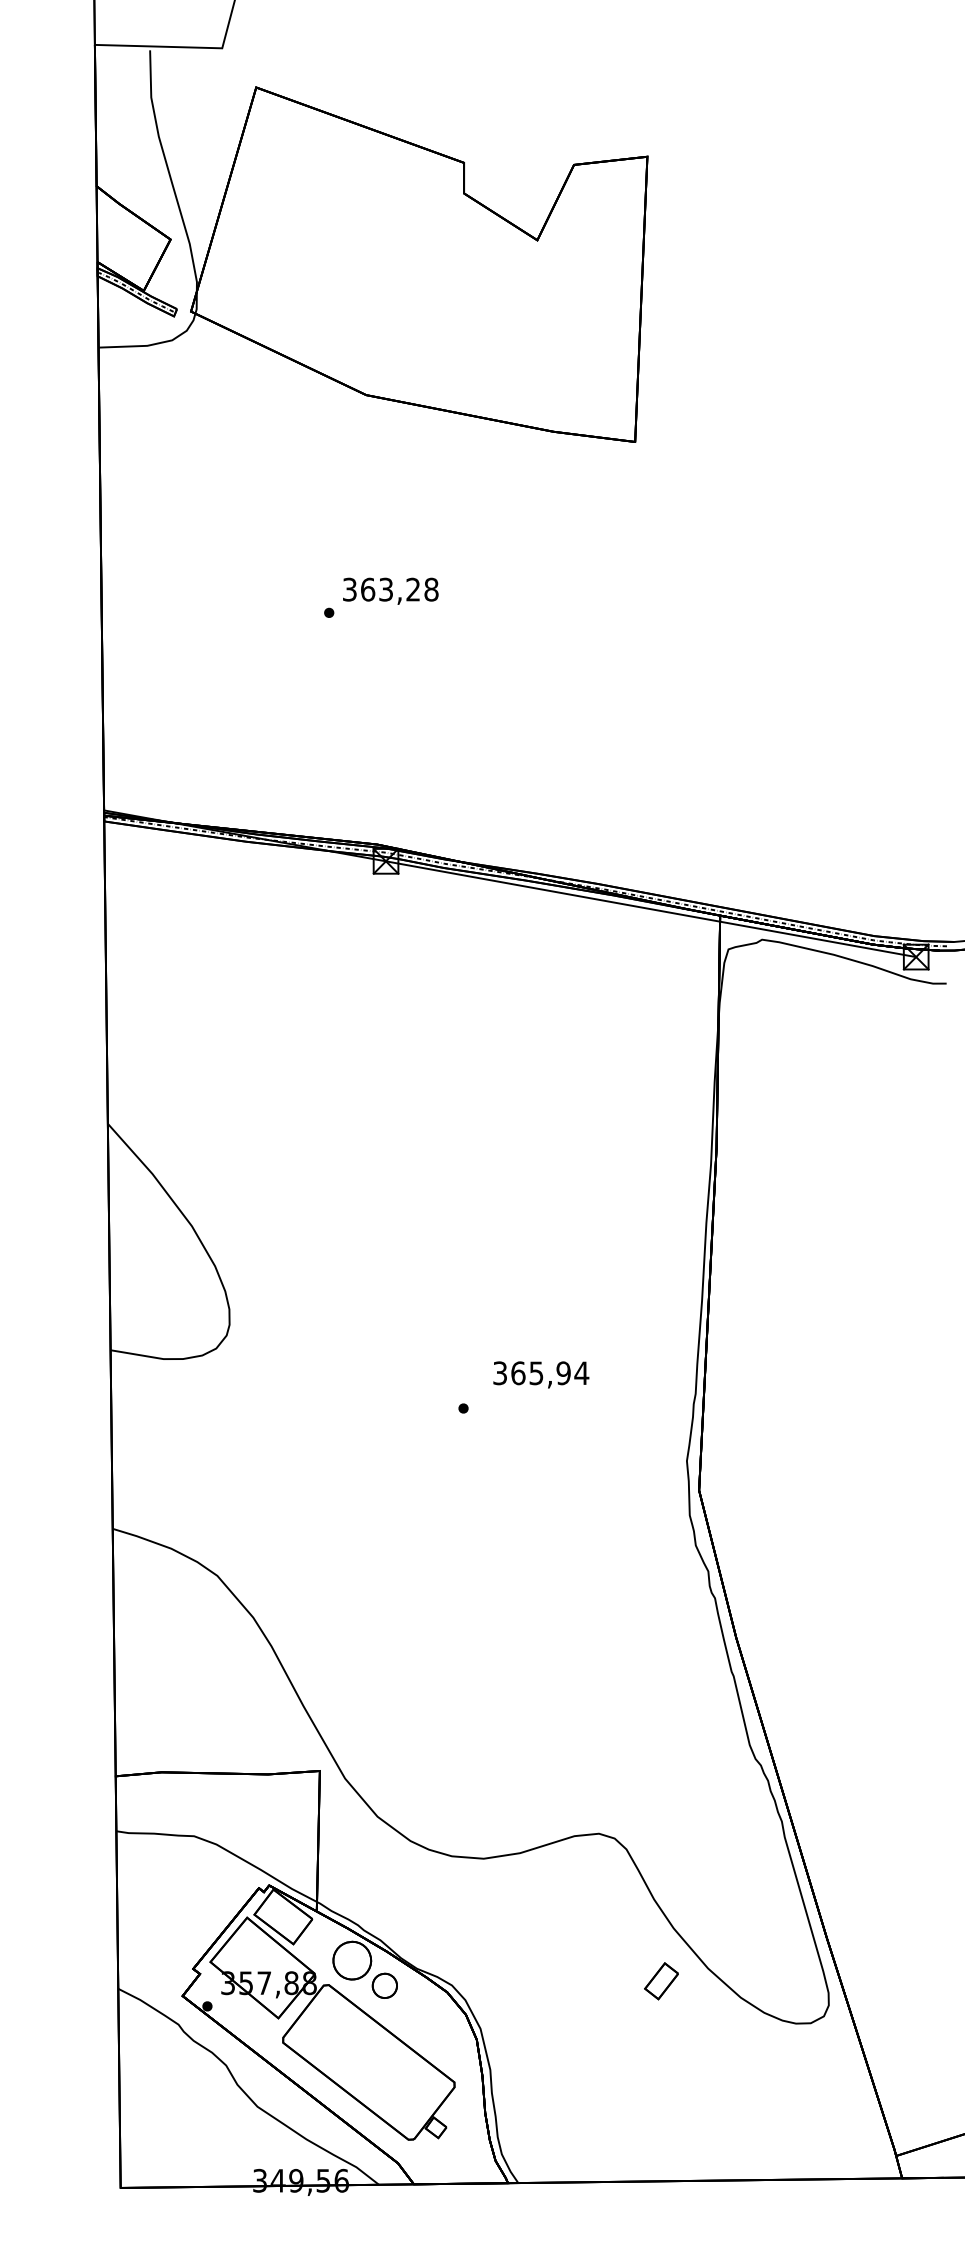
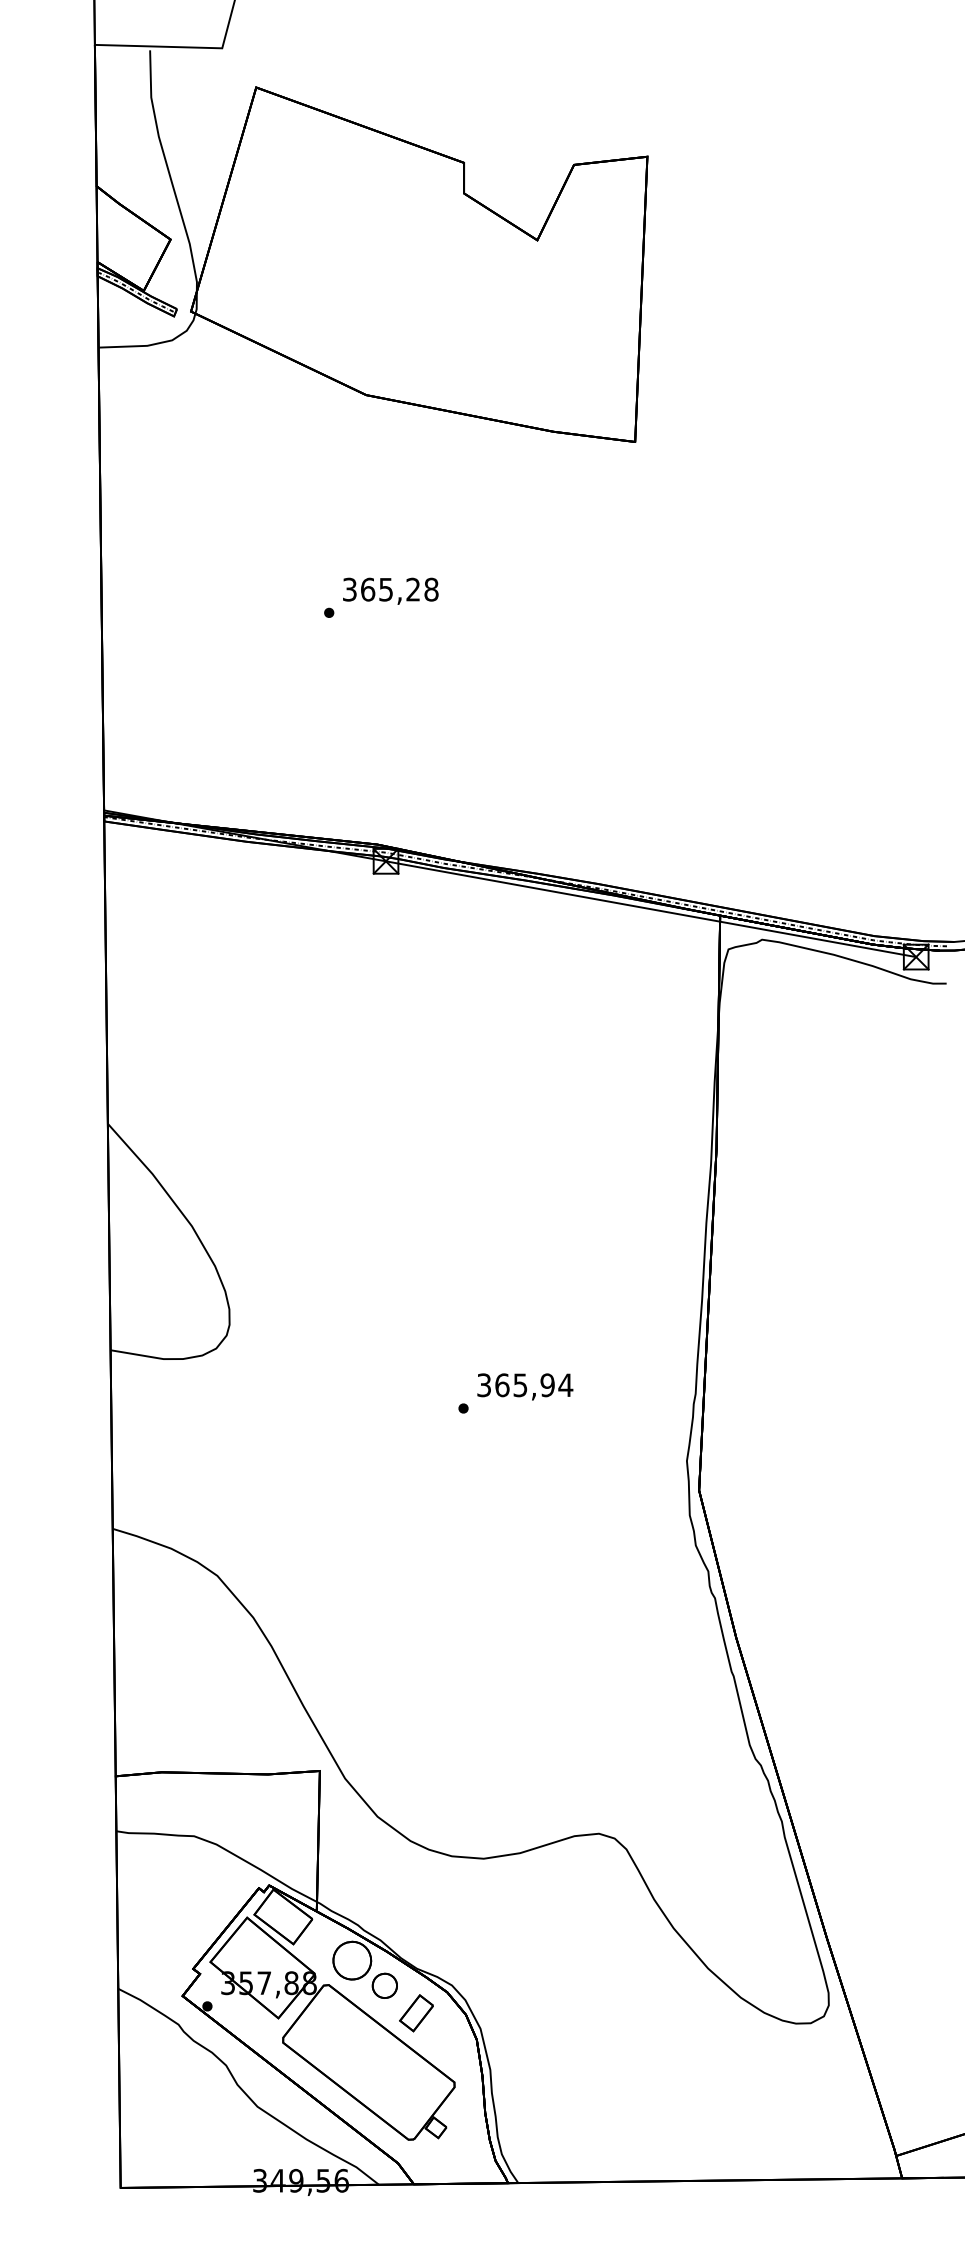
text at (386, 588): 363,28 -> 365,28
text at (541, 1374) position: (541, 1374) -> (525, 1386)
part at (661, 1981) position: (661, 1981) -> (416, 2013)
